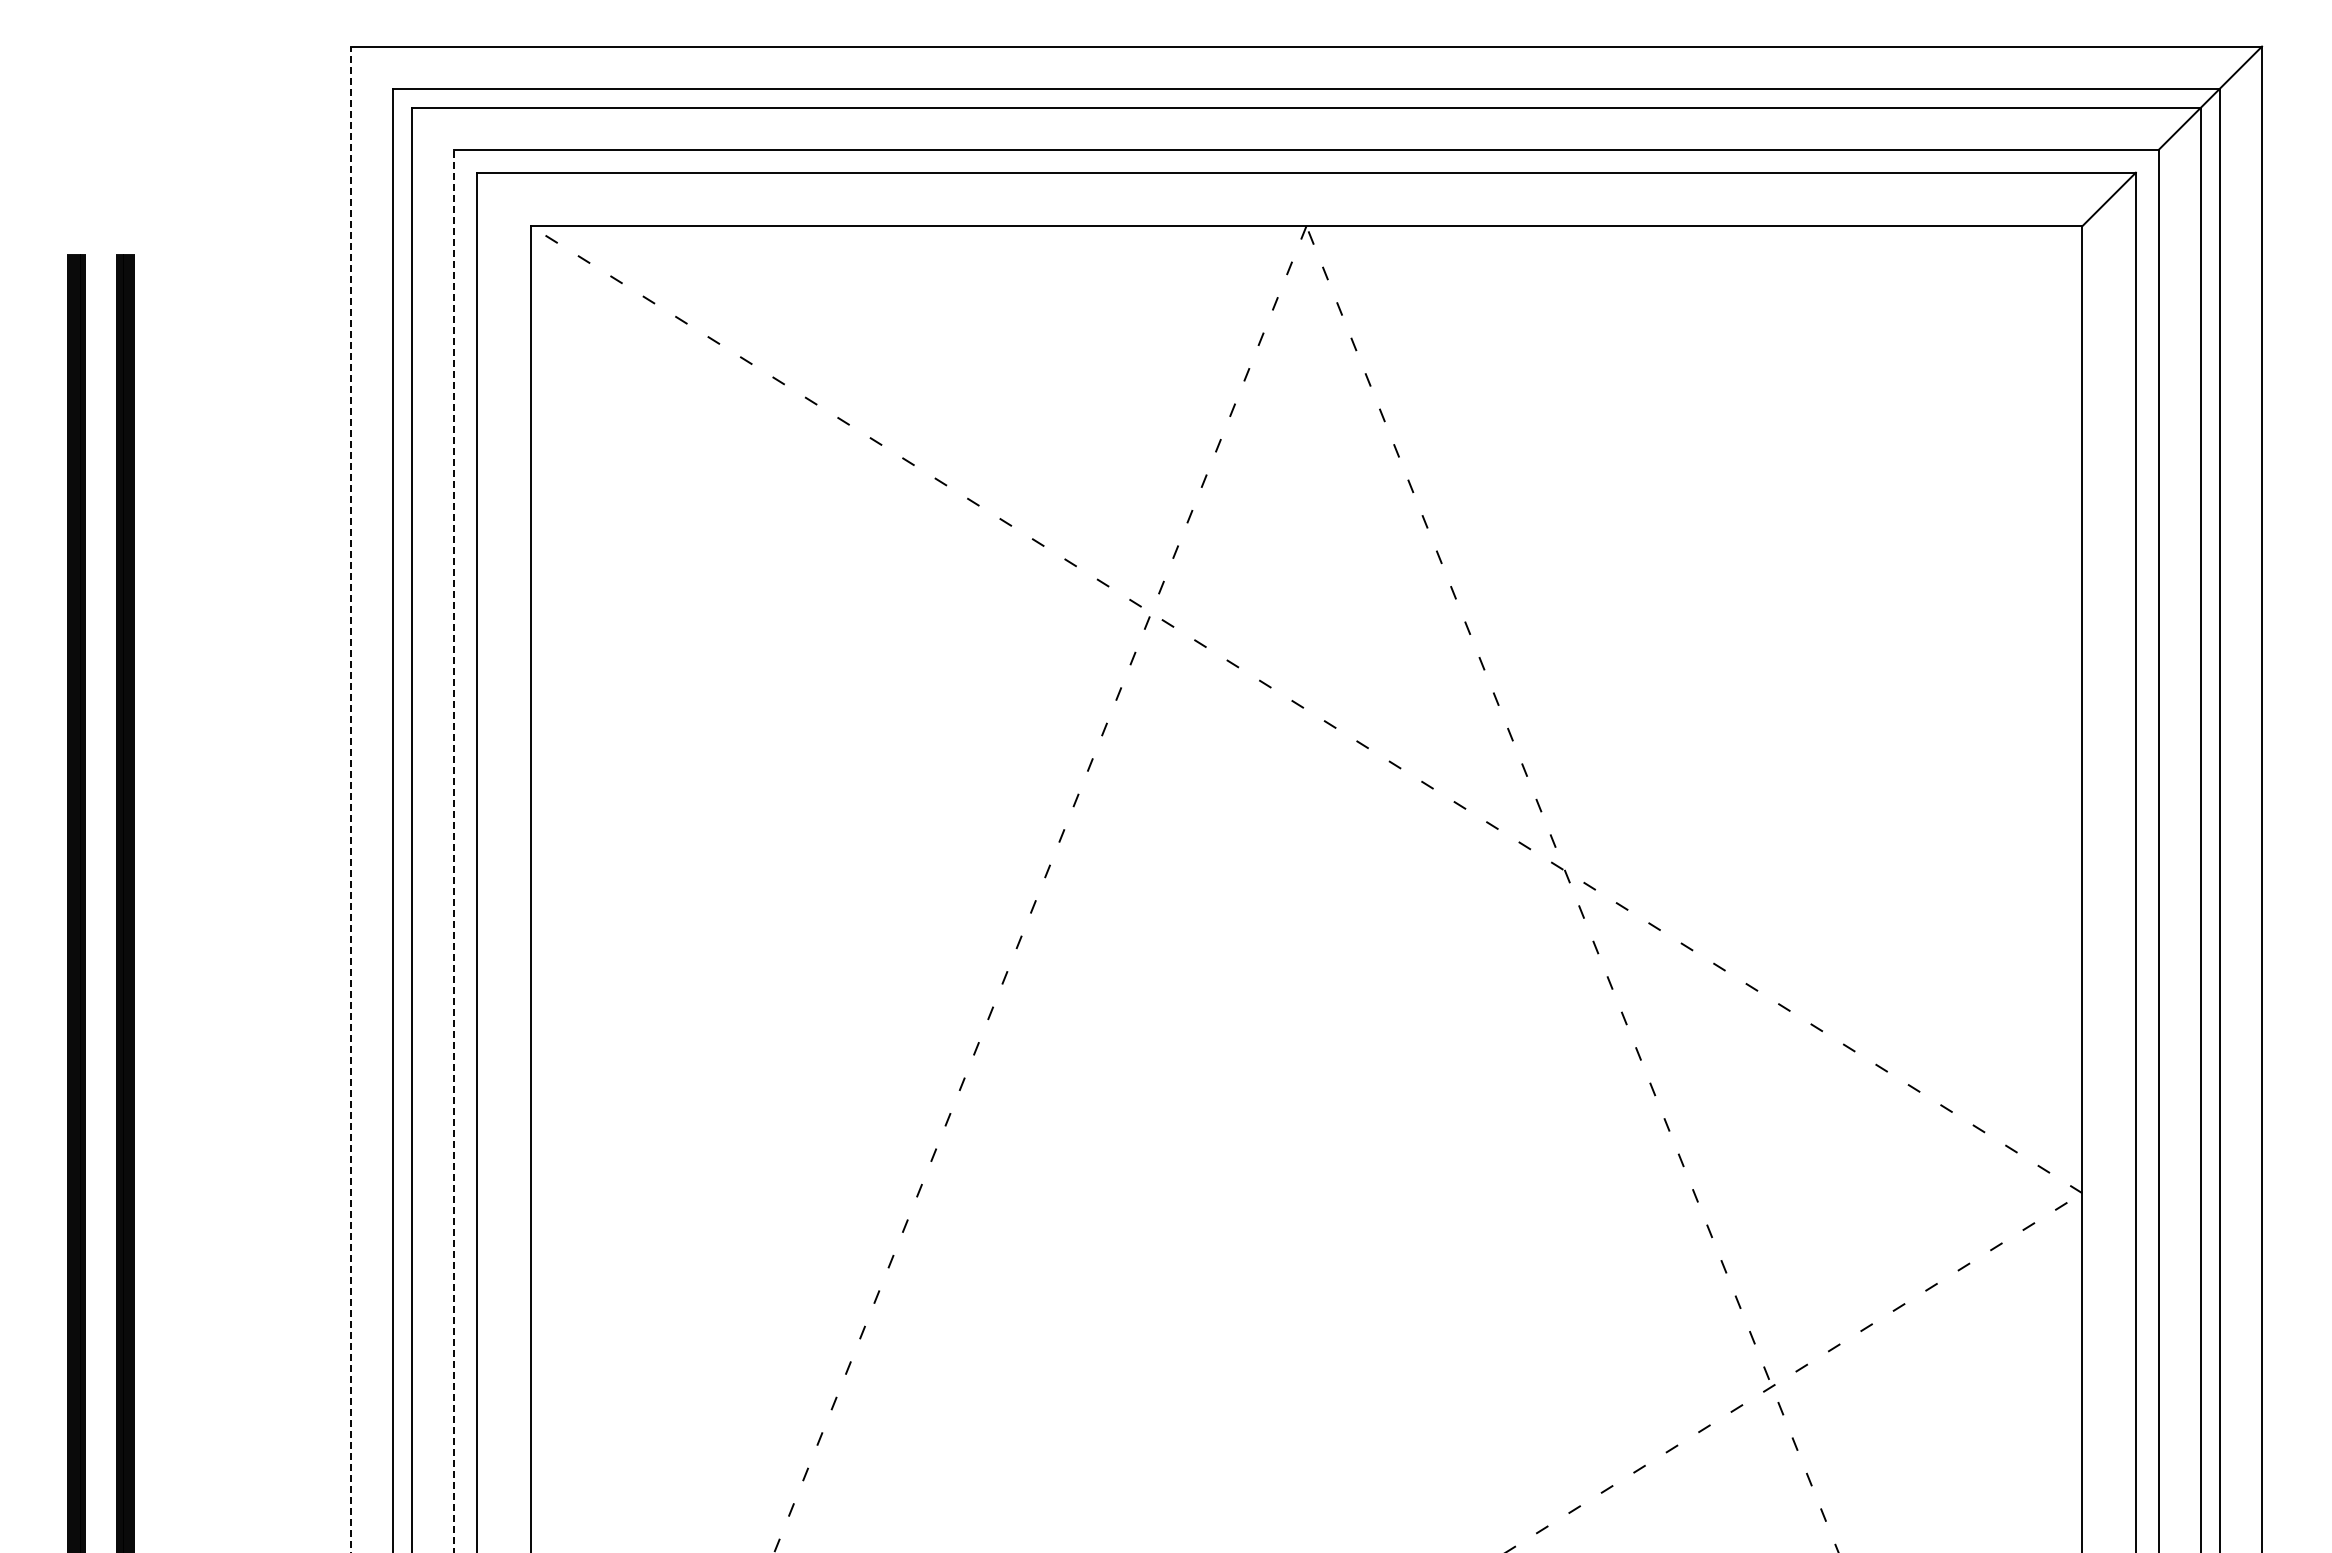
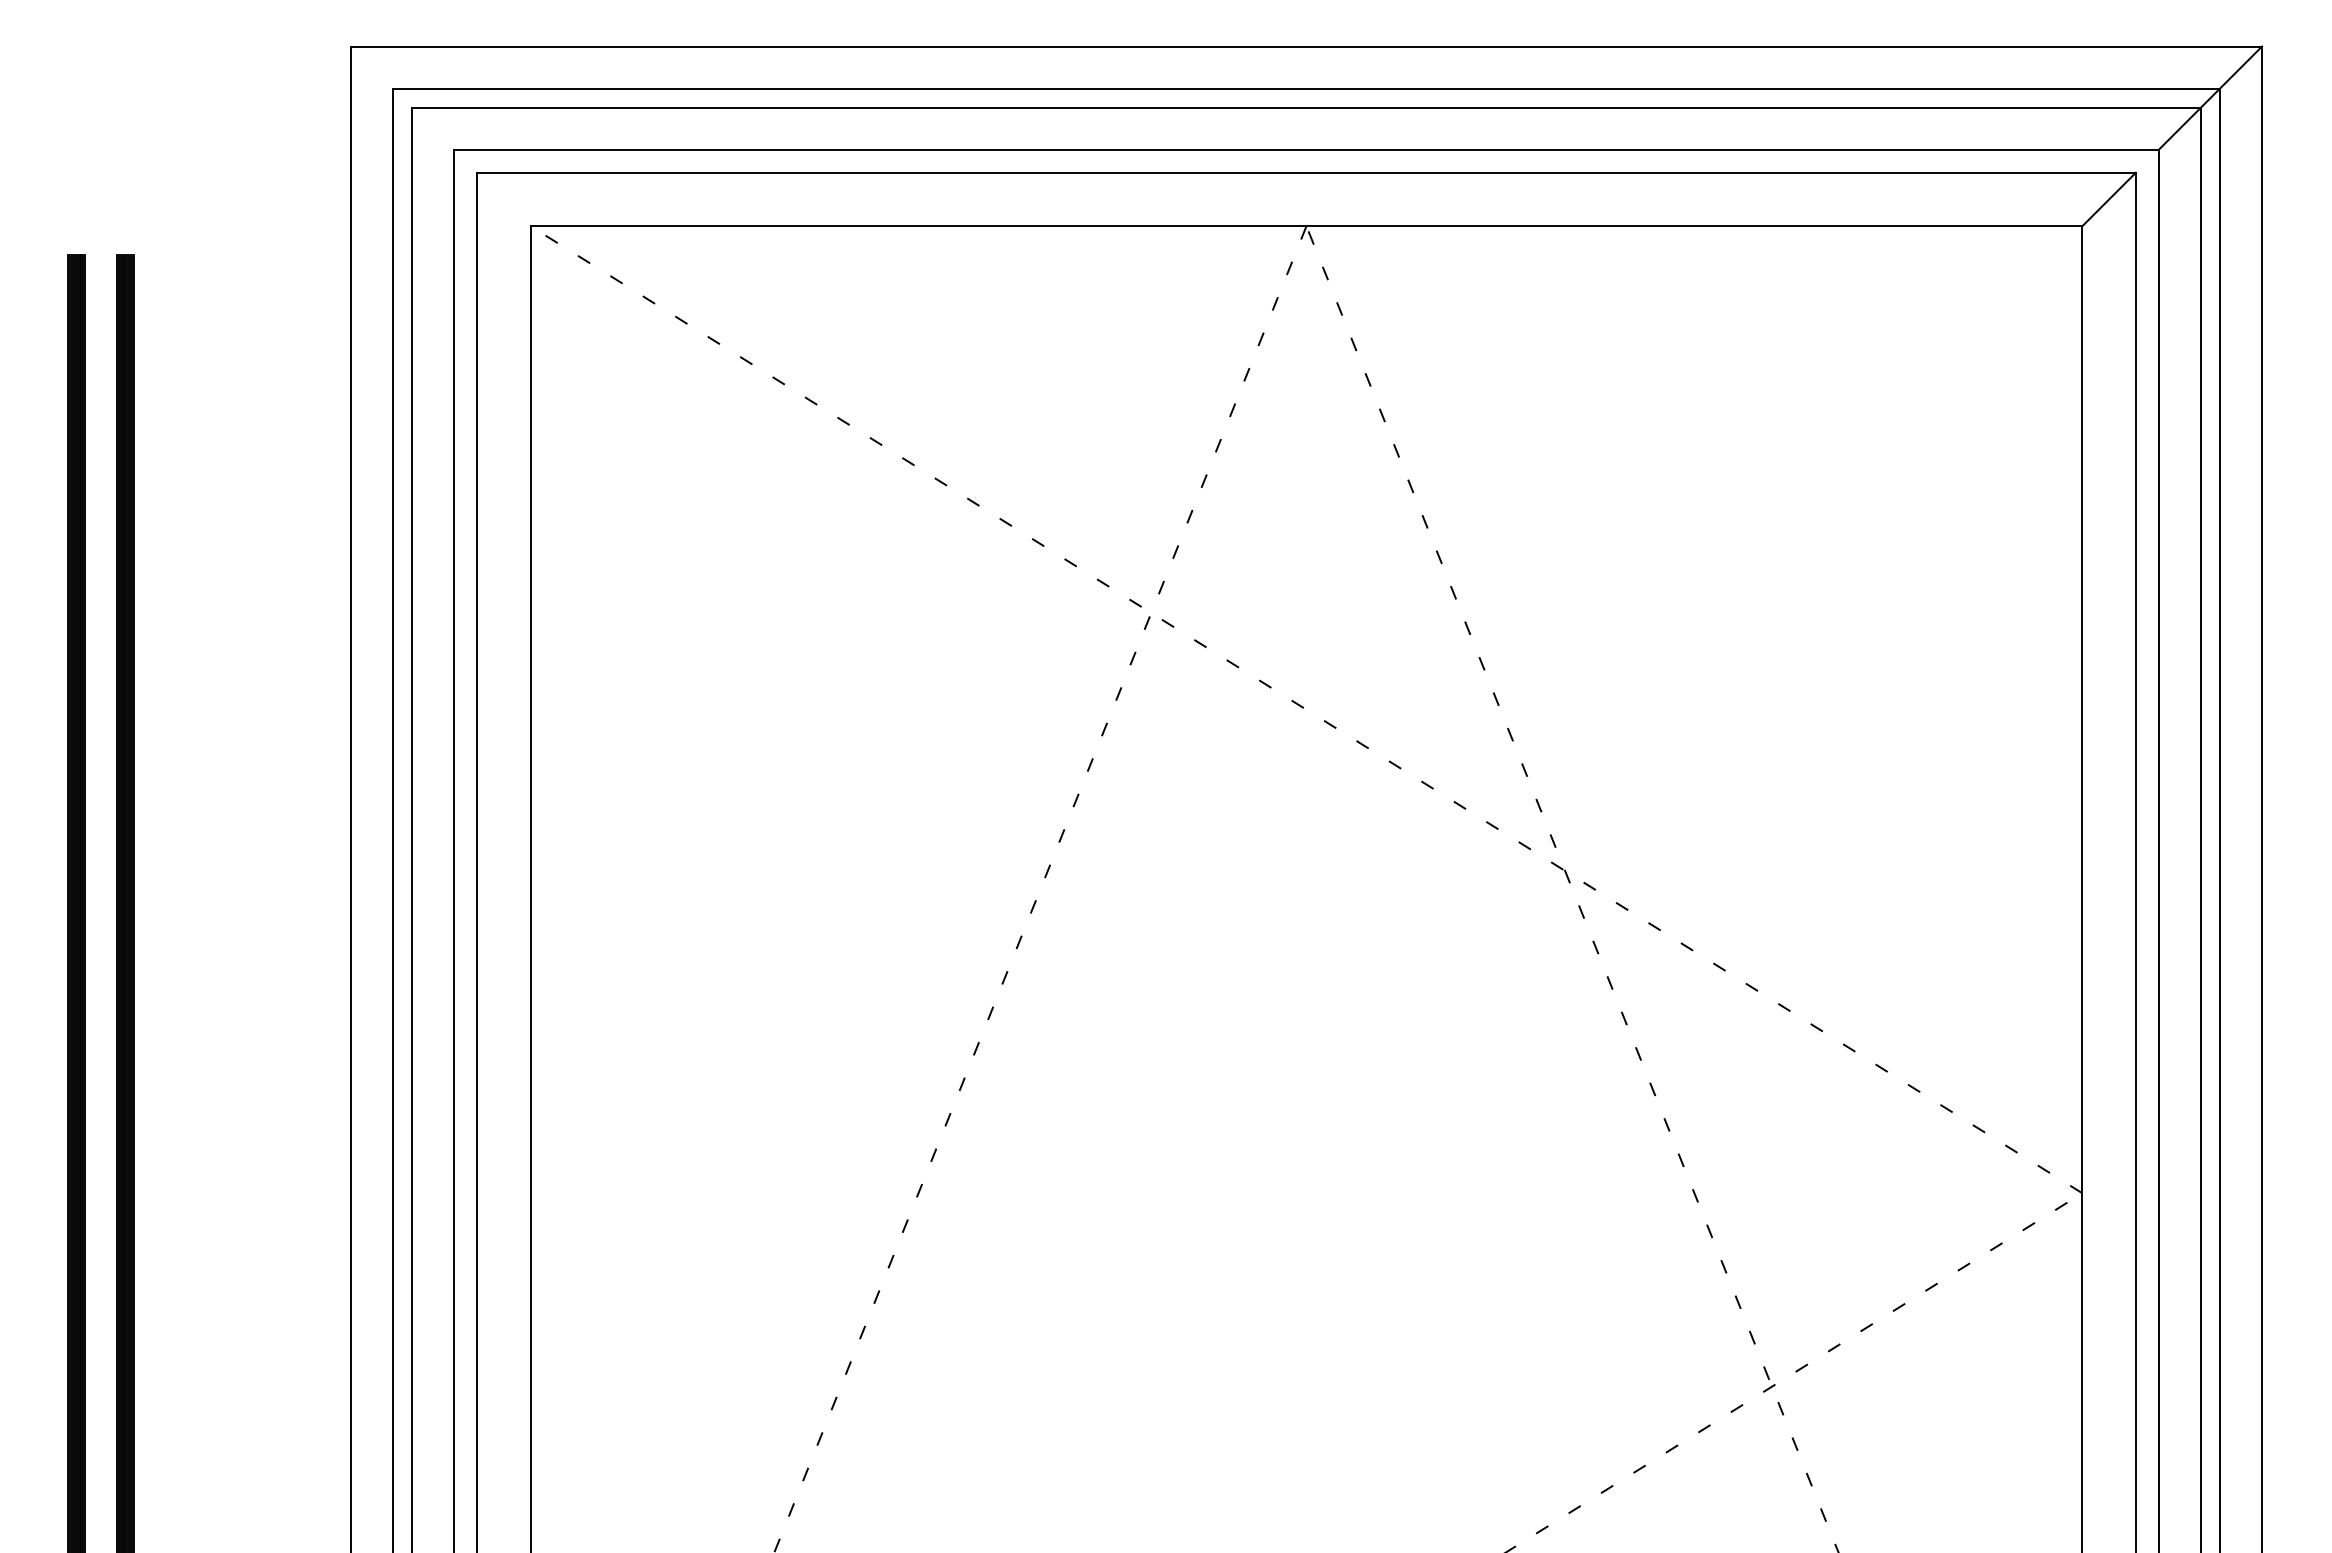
line at (350, 799): dashed -> solid
line at (454, 850): dashed -> solid
